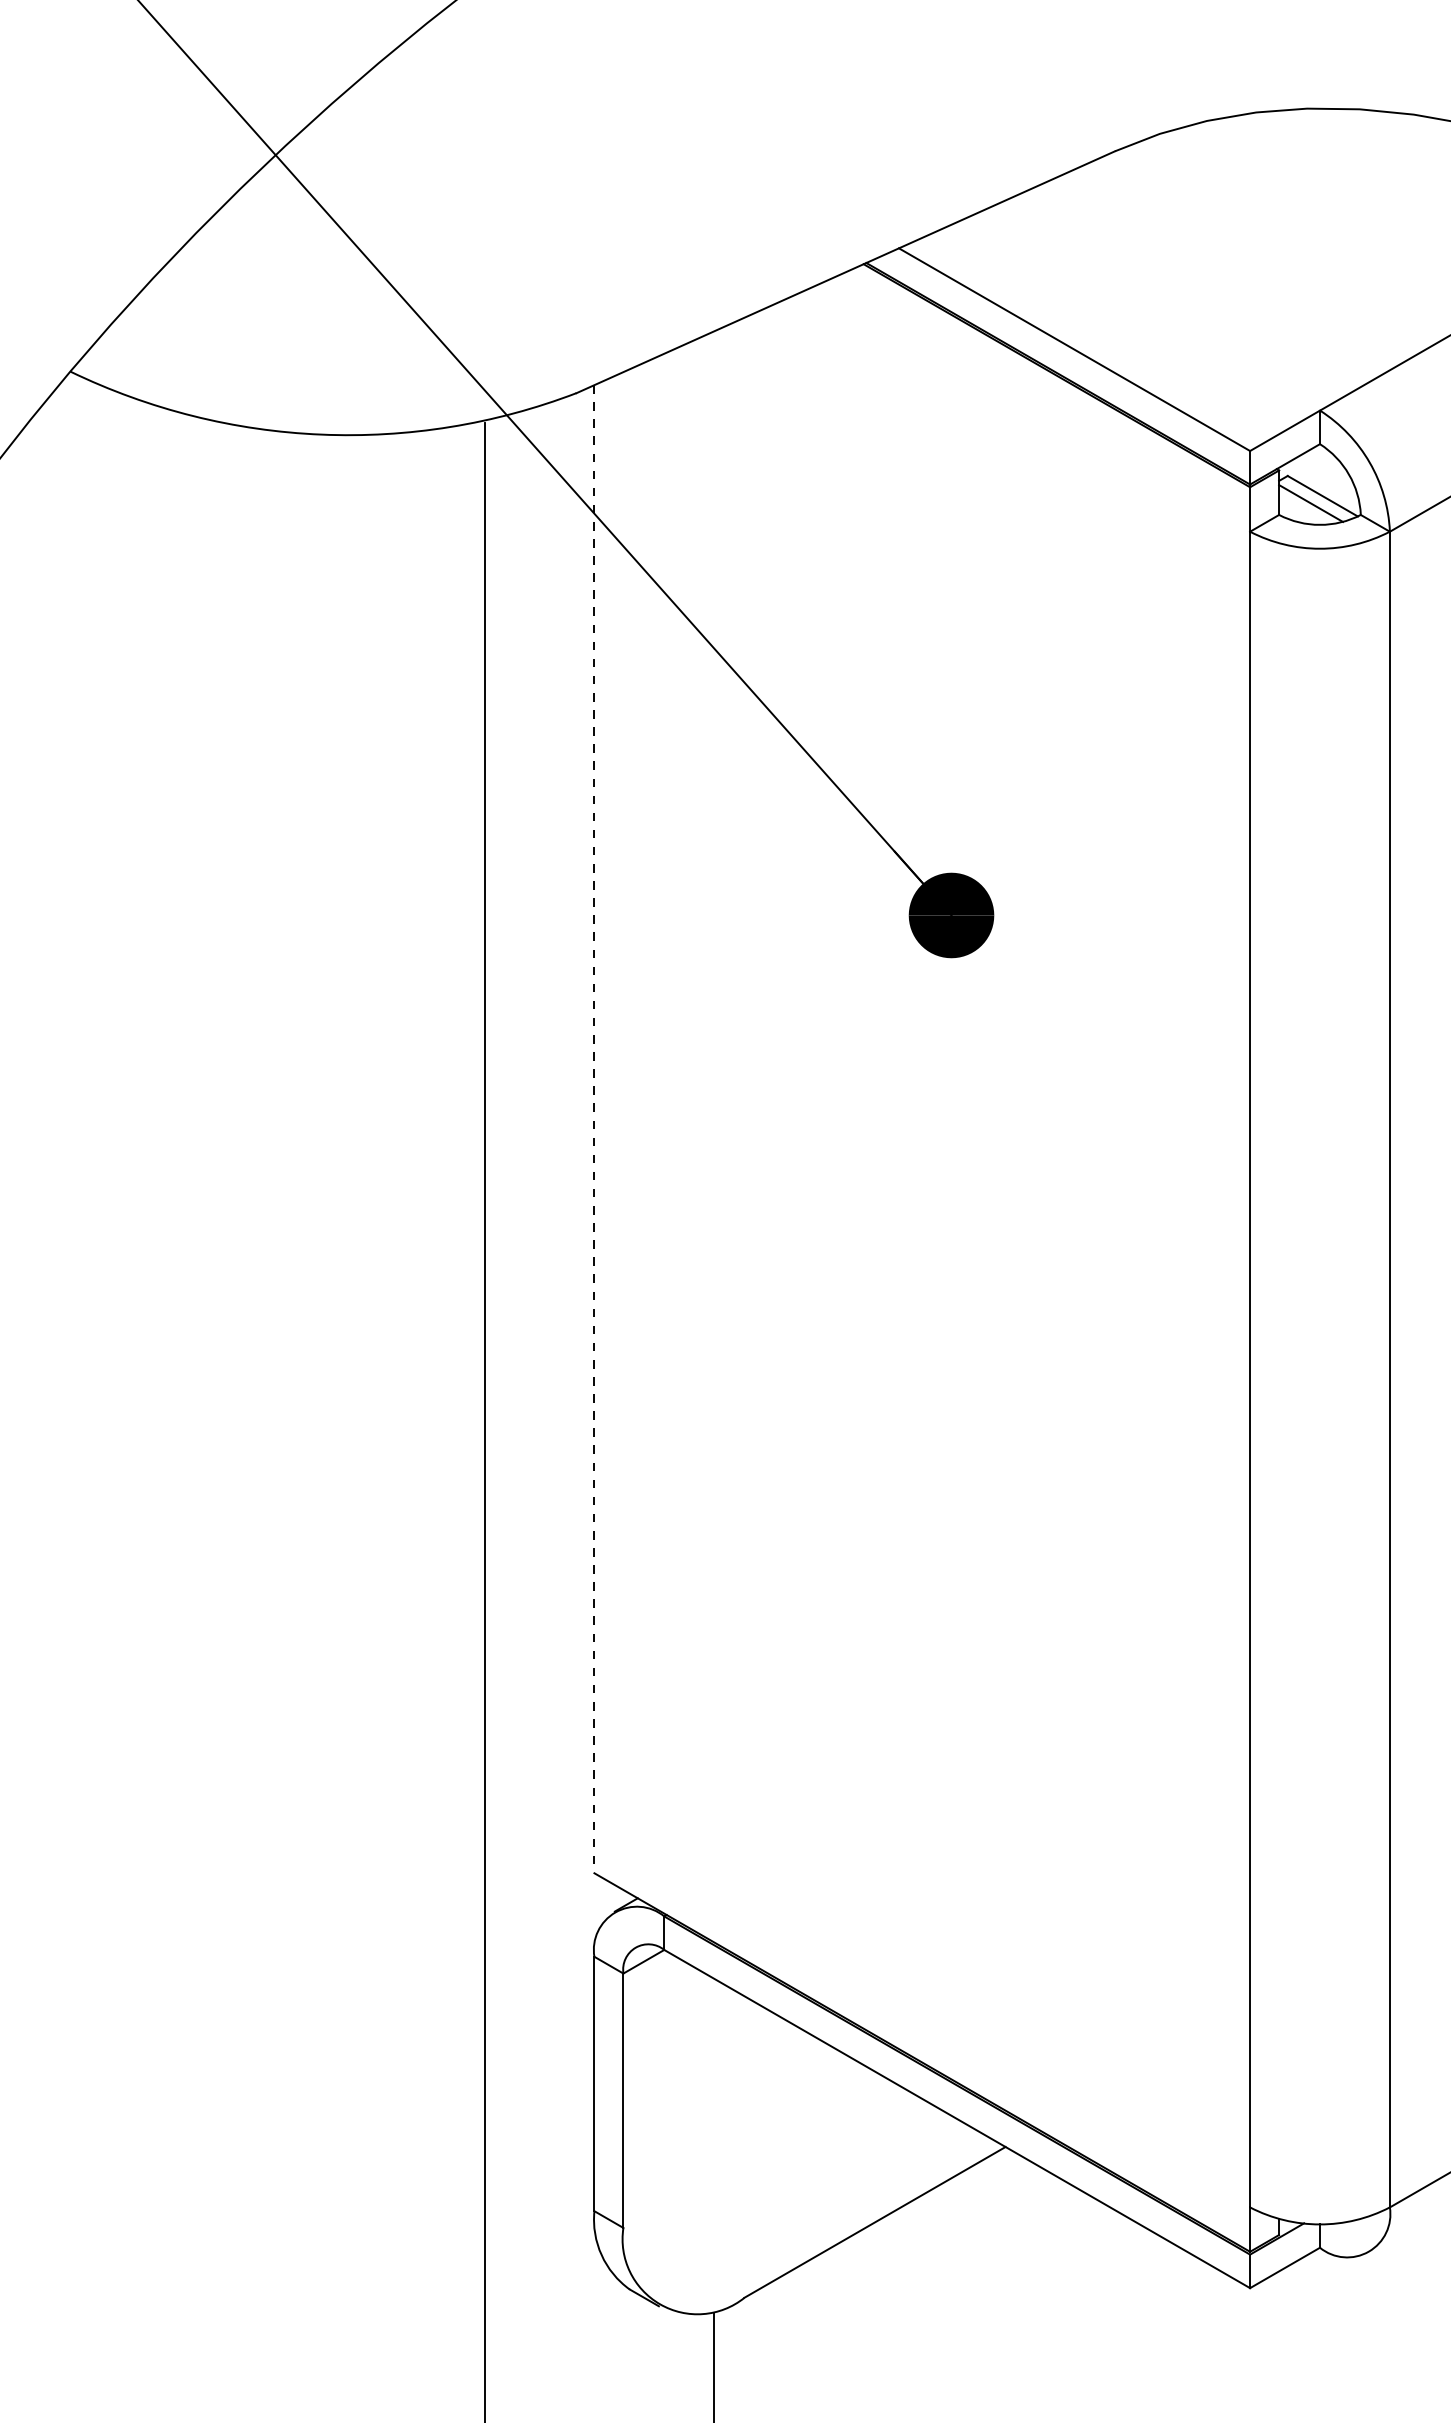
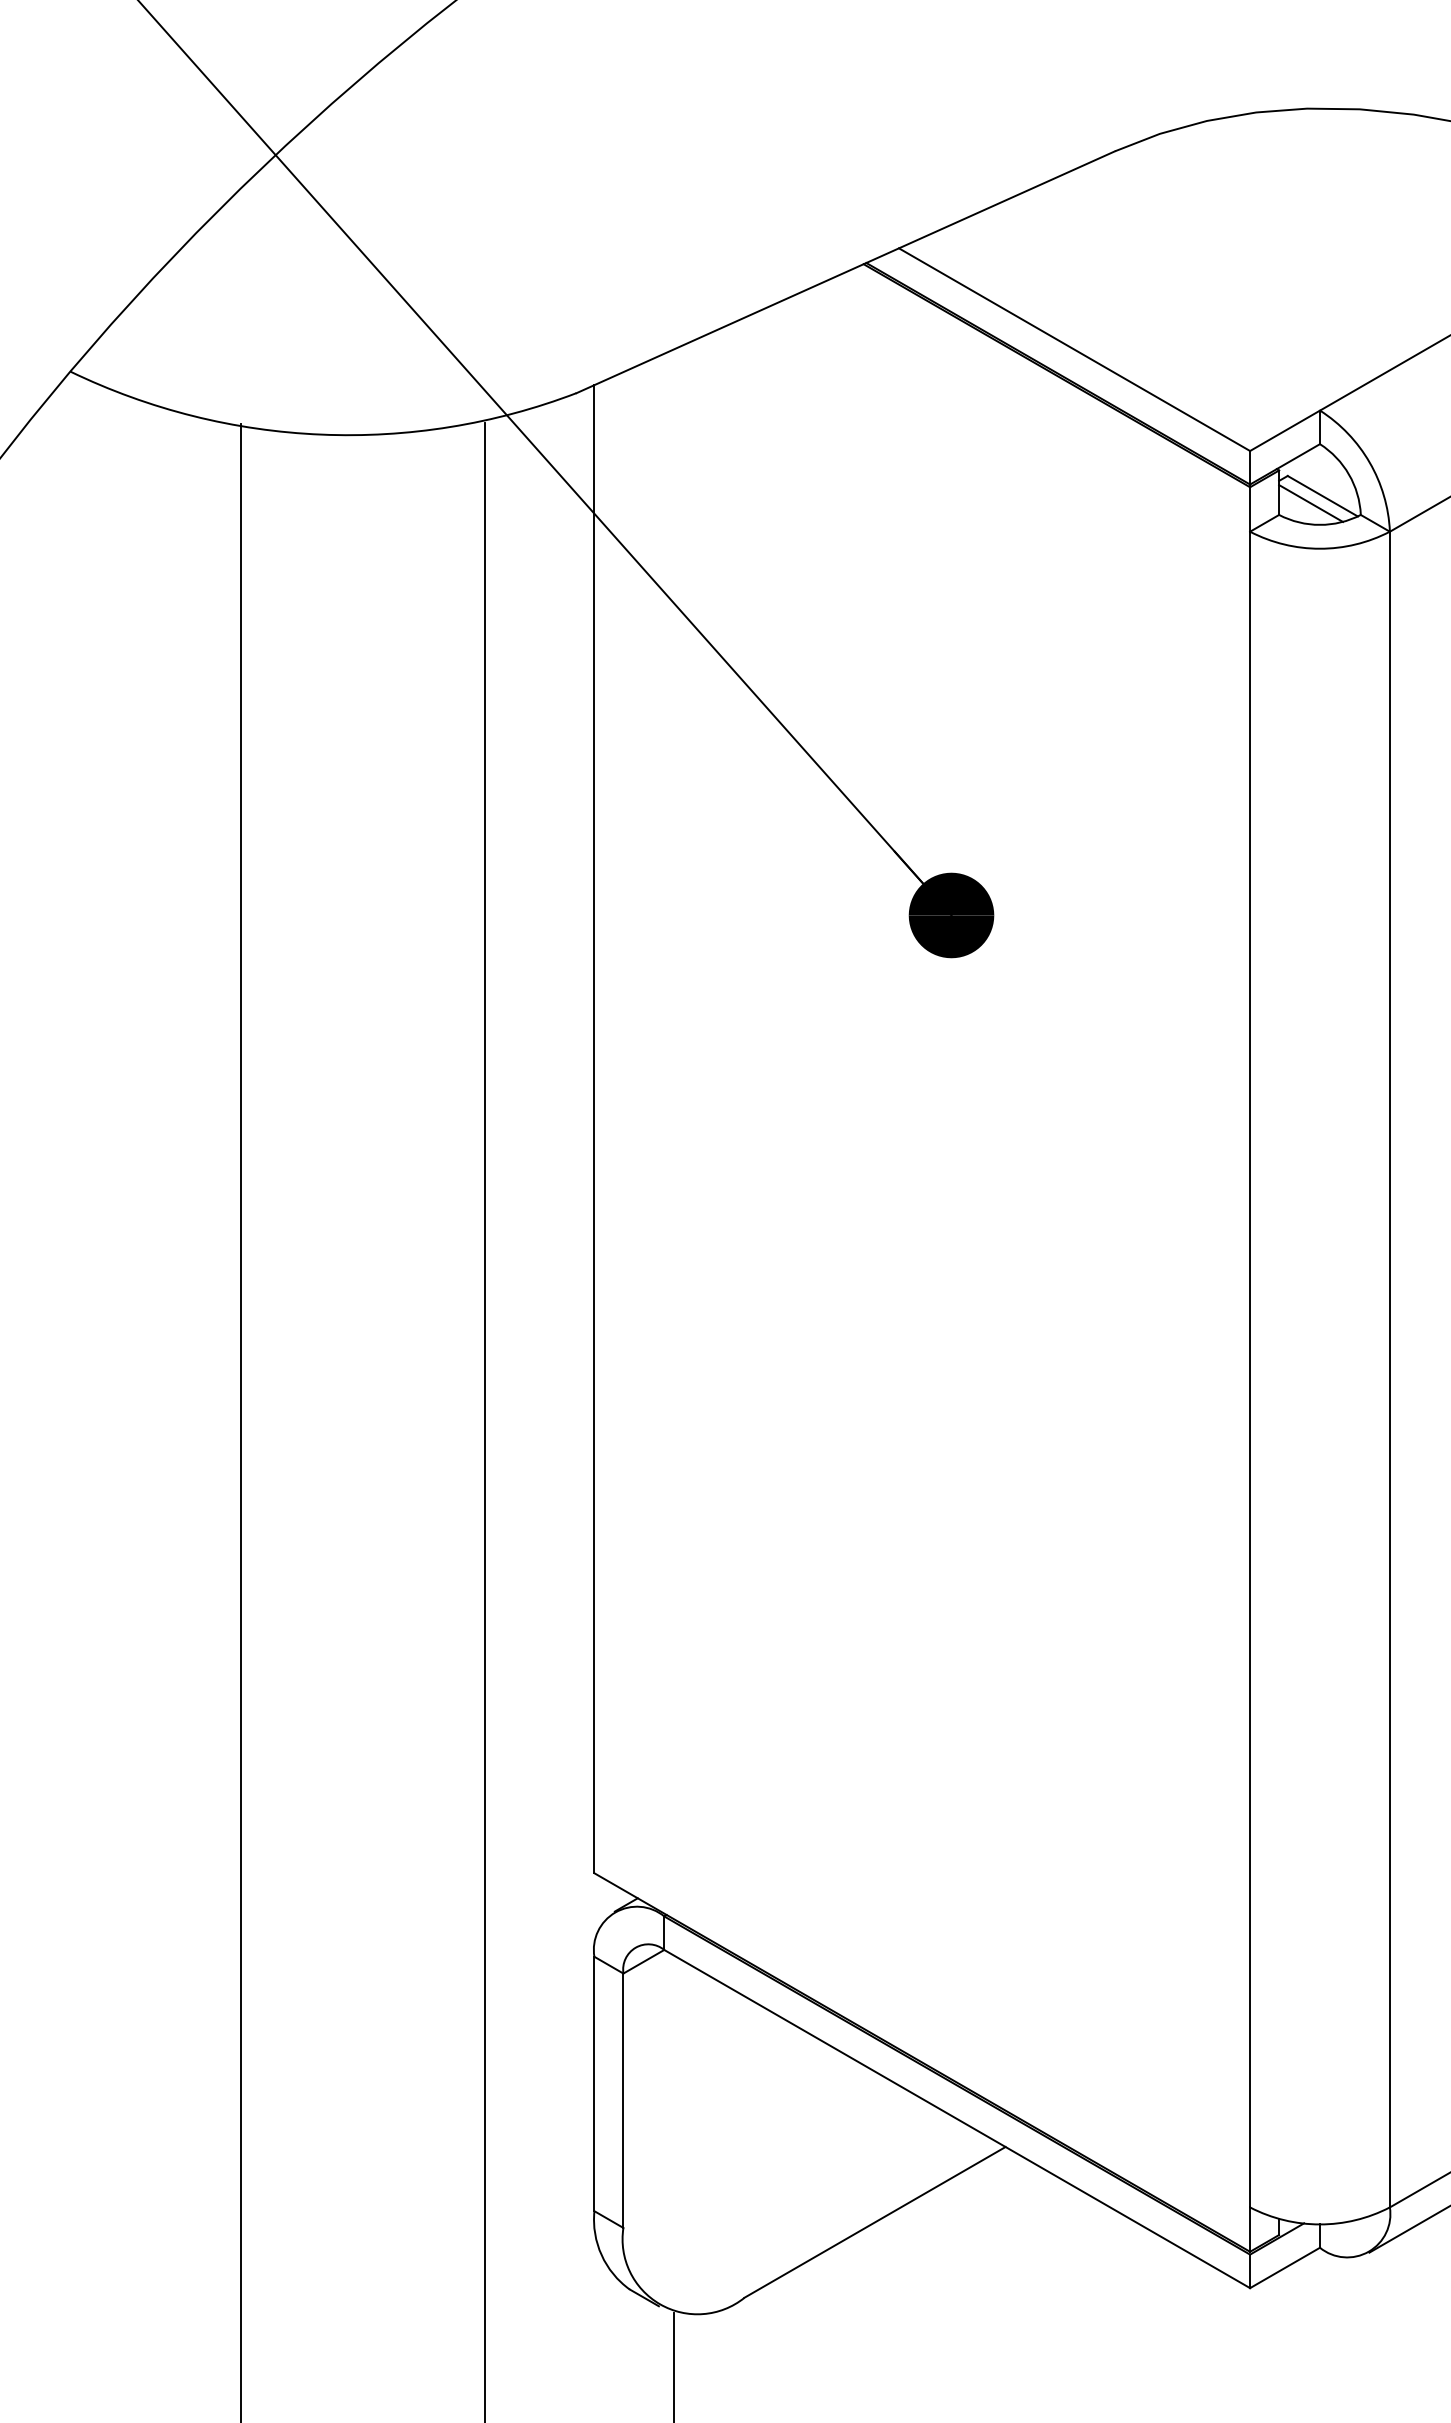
line at (594, 1129): dashed -> solid
line at (241, 1421): none -> present
line at (1408, 2229): none -> present
line at (714, 2365) position: (714, 2365) -> (674, 2365)
